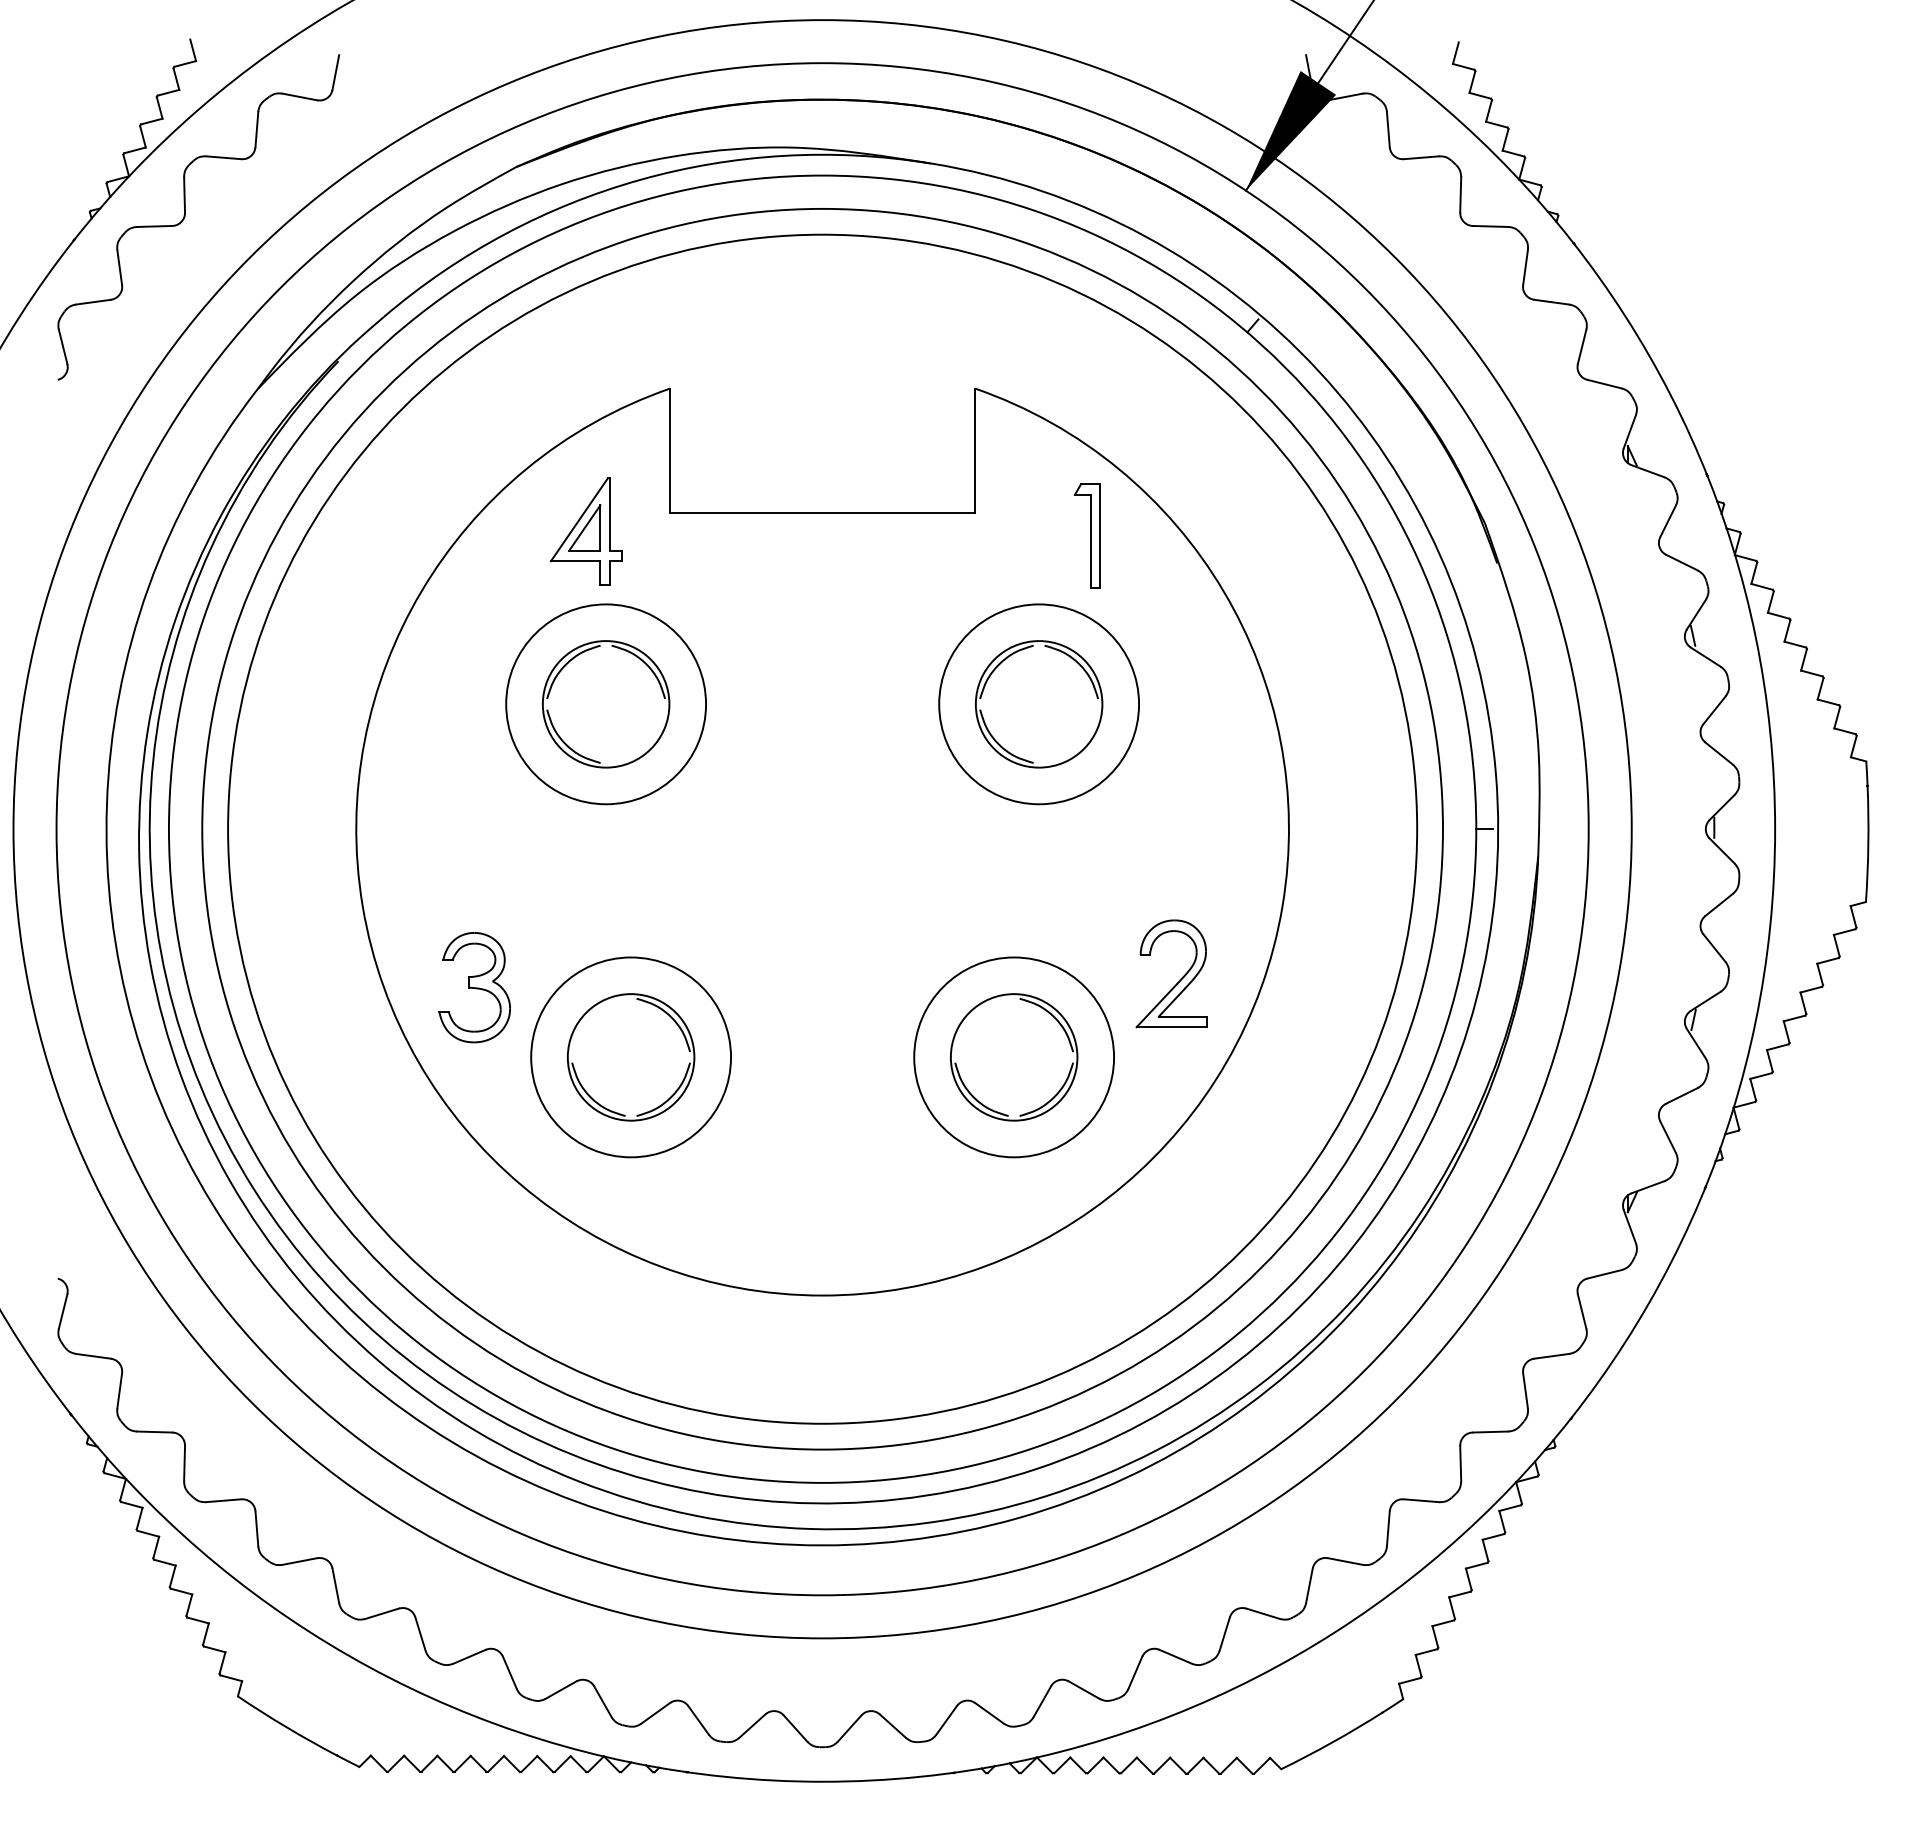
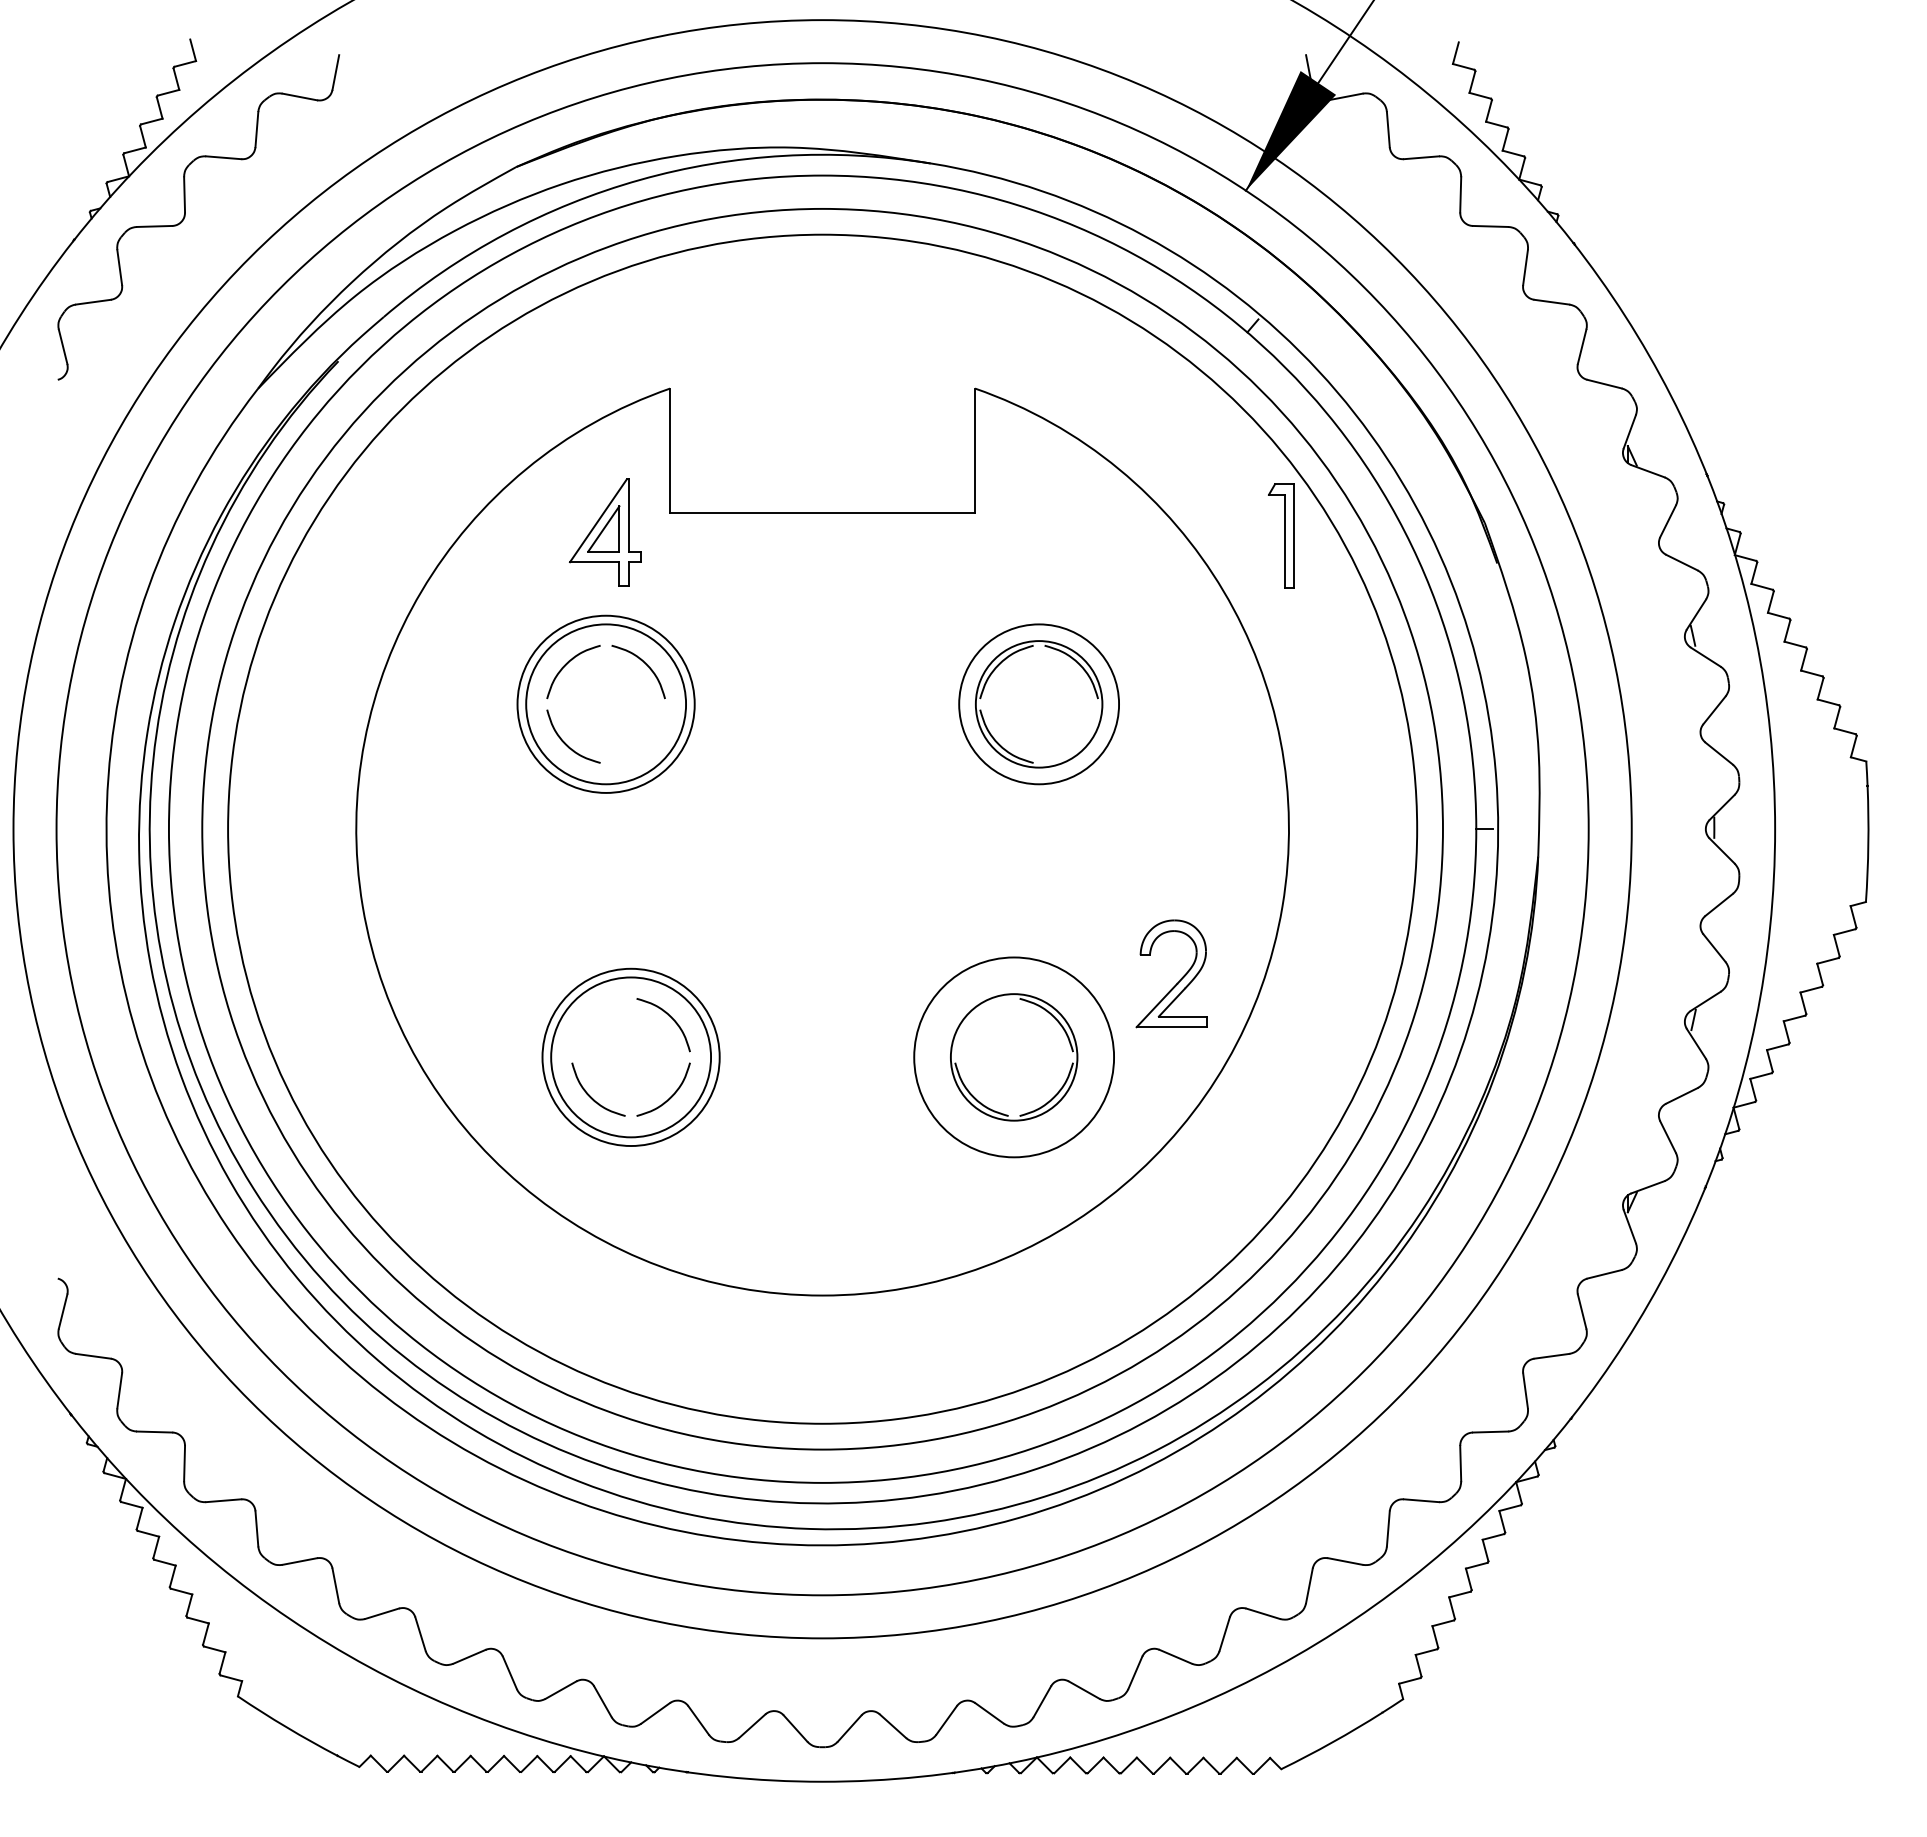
part at (586, 531) position: (586, 531) -> (605, 532)
part at (1087, 535) position: (1087, 535) -> (1281, 535)
circle at (605, 704) diameter: 127 px -> 177 px
circle at (606, 704) diameter: 200 px -> 160 px
circle at (1039, 704) diameter: 200 px -> 160 px
part at (474, 987): present -> none
circle at (630, 1057) diameter: 127 px -> 177 px
circle at (631, 1057) diameter: 200 px -> 160 px
